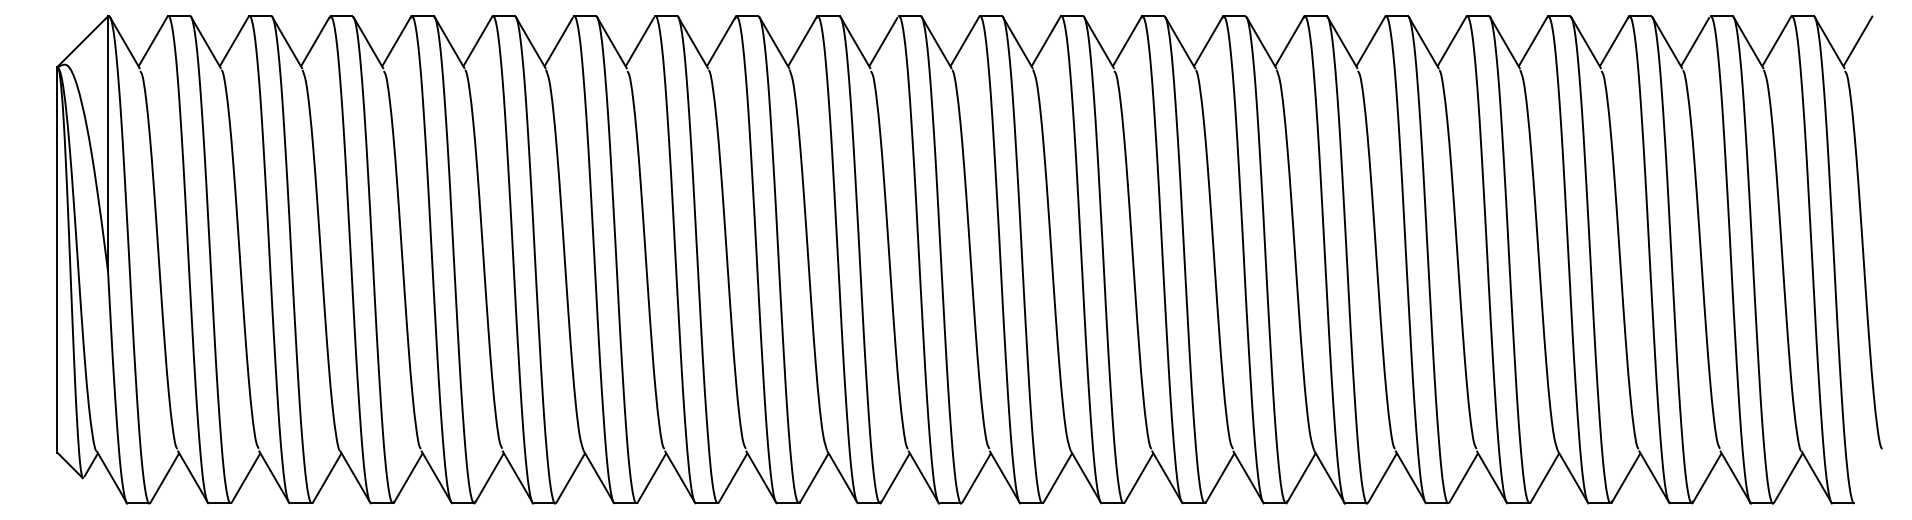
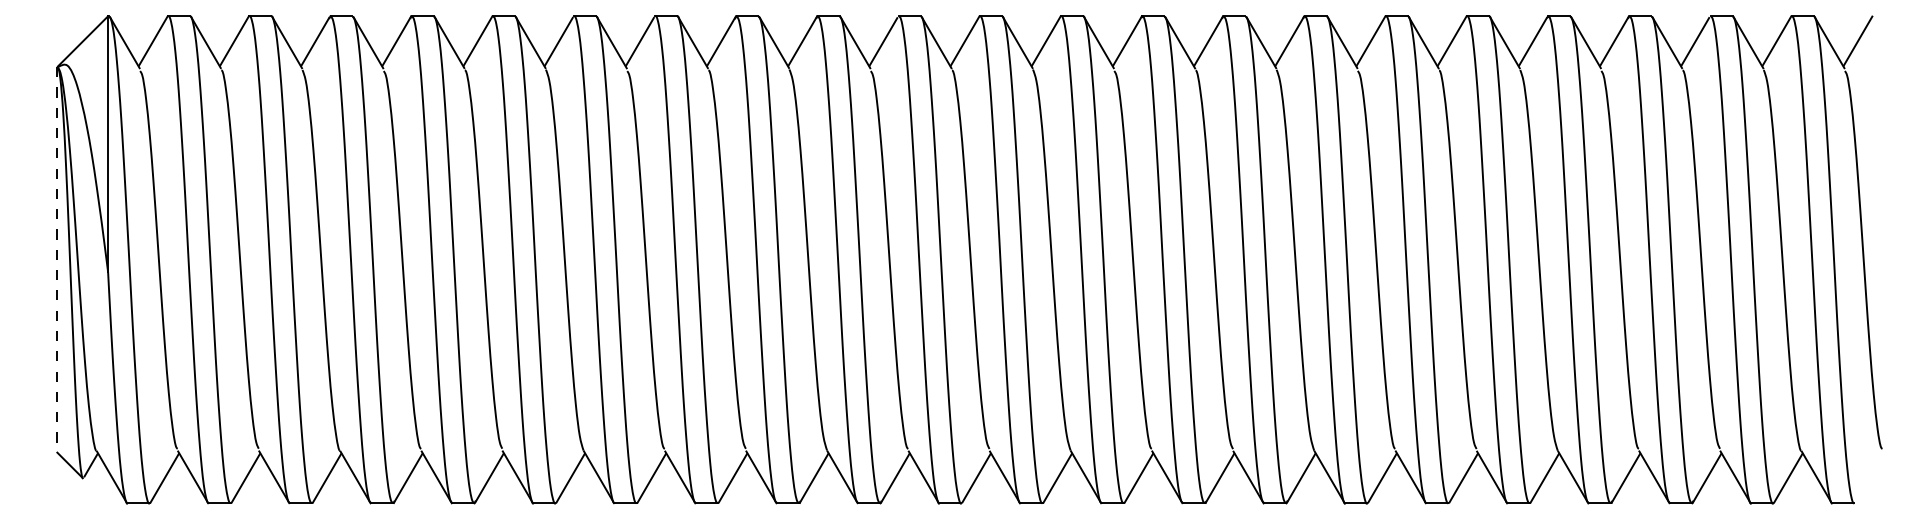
line at (57, 259): solid -> dashed
